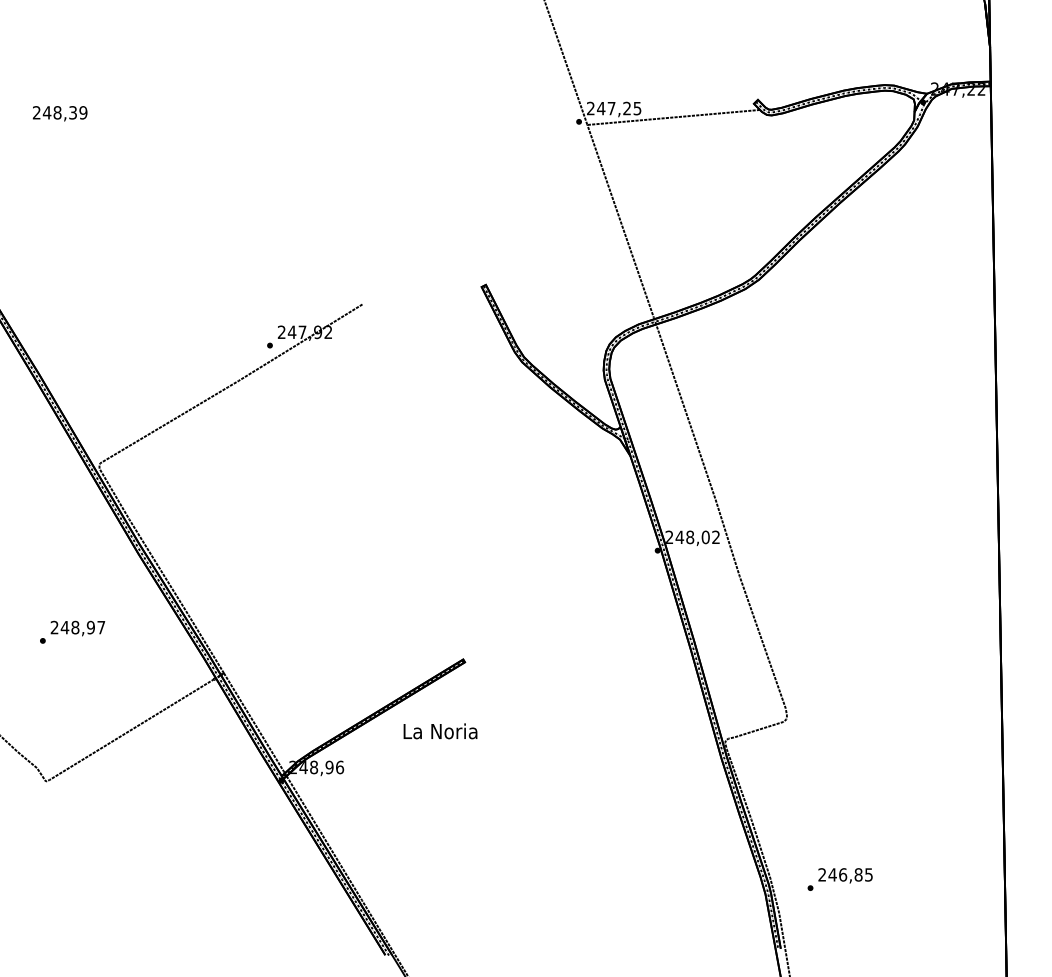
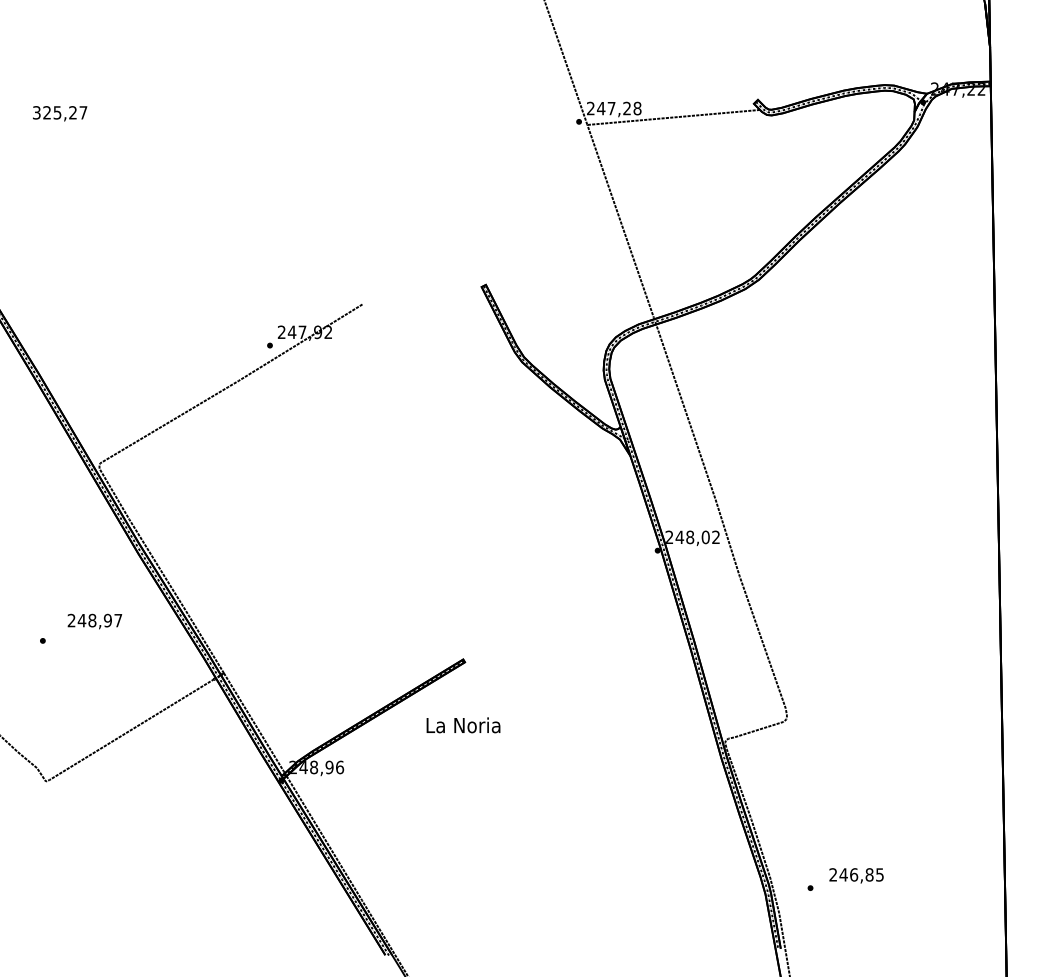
text at (637, 108): 247,25 -> 247,28
text at (60, 112): 248,39 -> 325,27
text at (77, 628) position: (77, 628) -> (94, 621)
text at (440, 731) position: (440, 731) -> (463, 725)
text at (845, 875) position: (845, 875) -> (856, 875)
